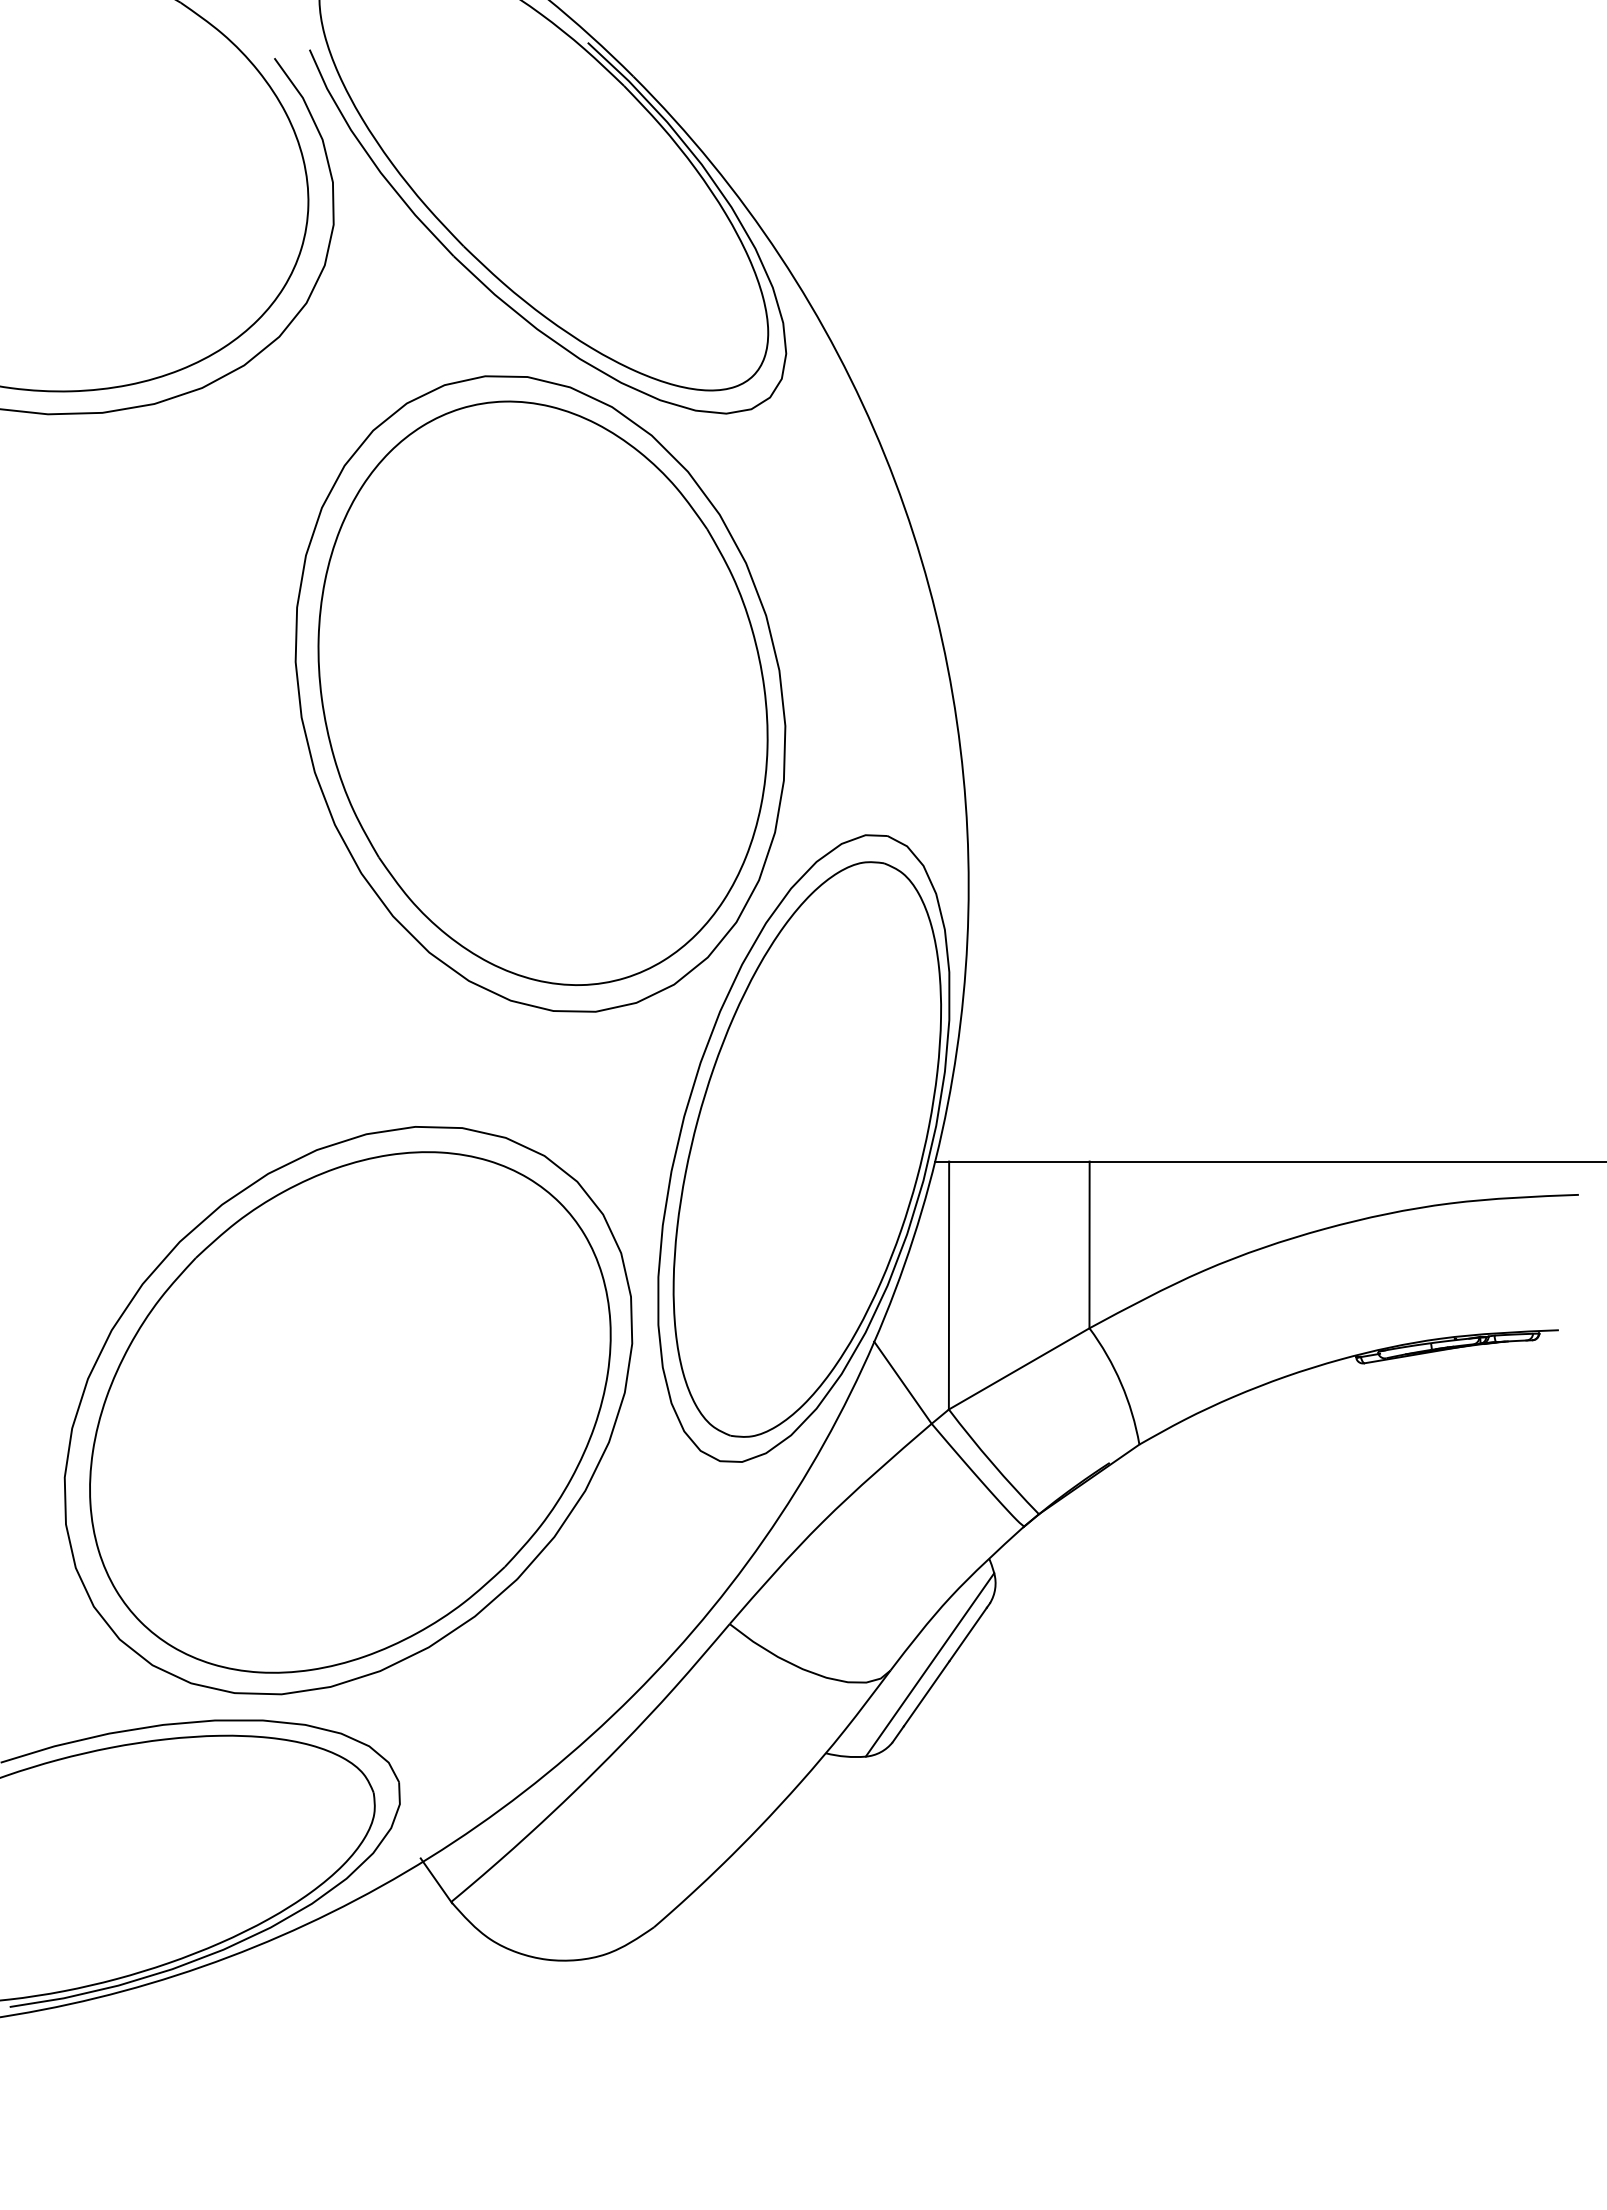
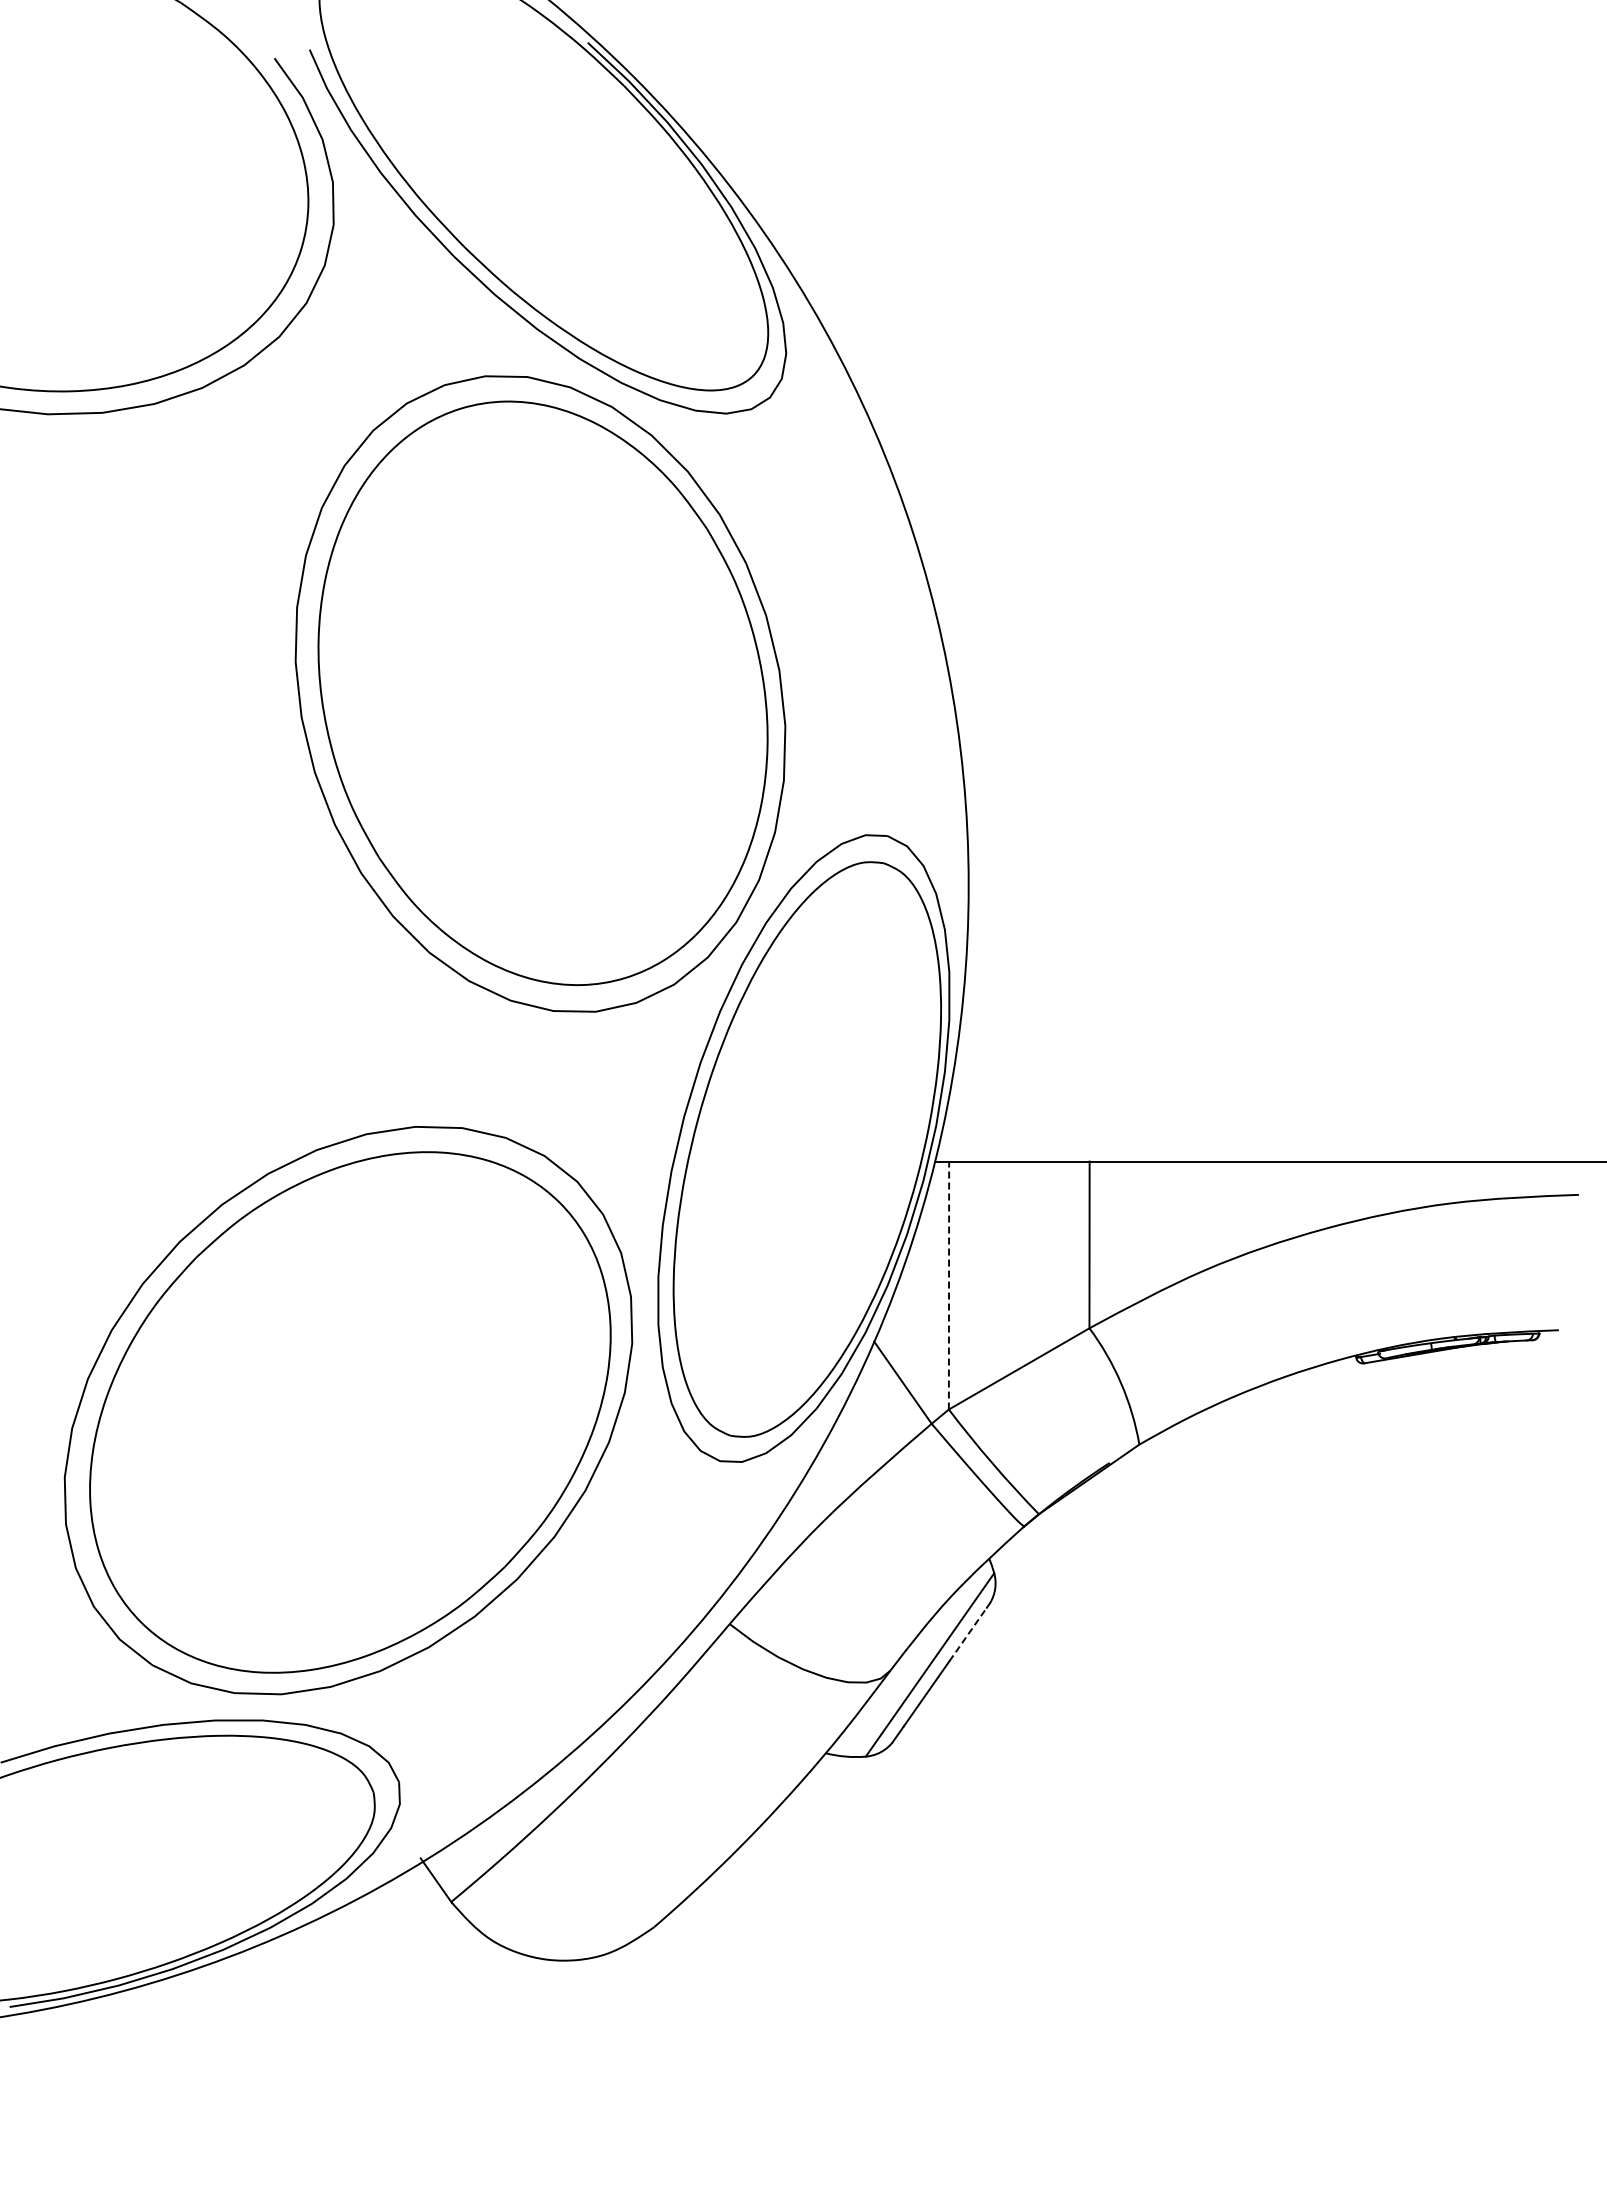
line at (949, 1285): solid -> dashed
line at (968, 1634): solid -> dashed
